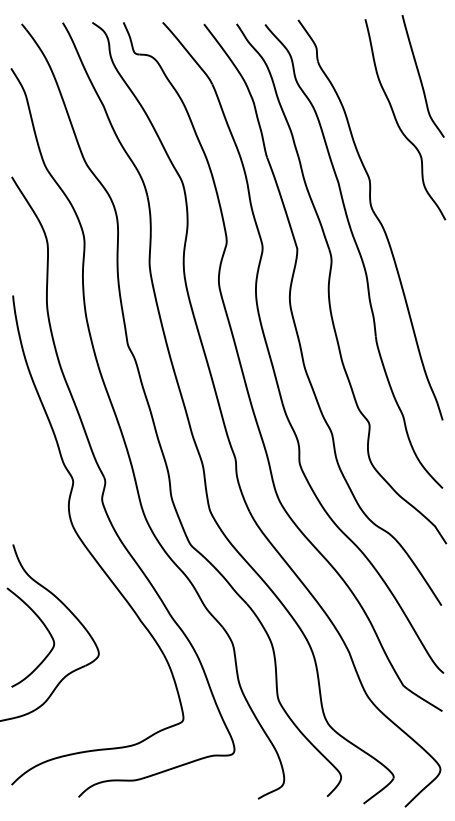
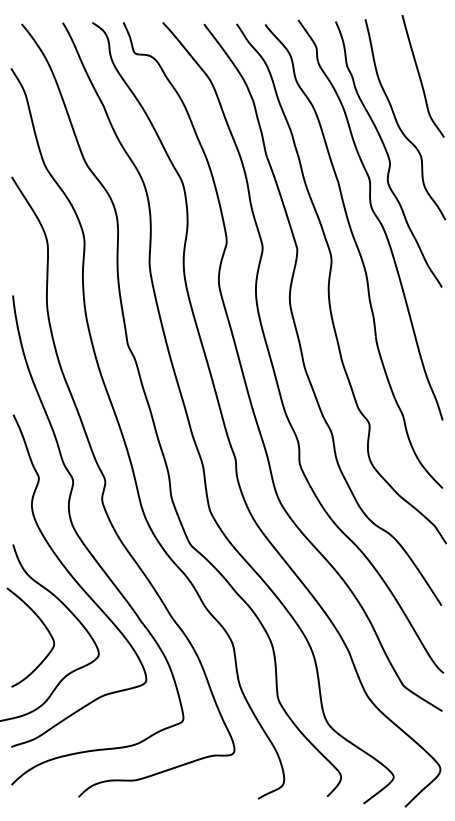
part at (388, 154): none -> present
part at (79, 580): none -> present
